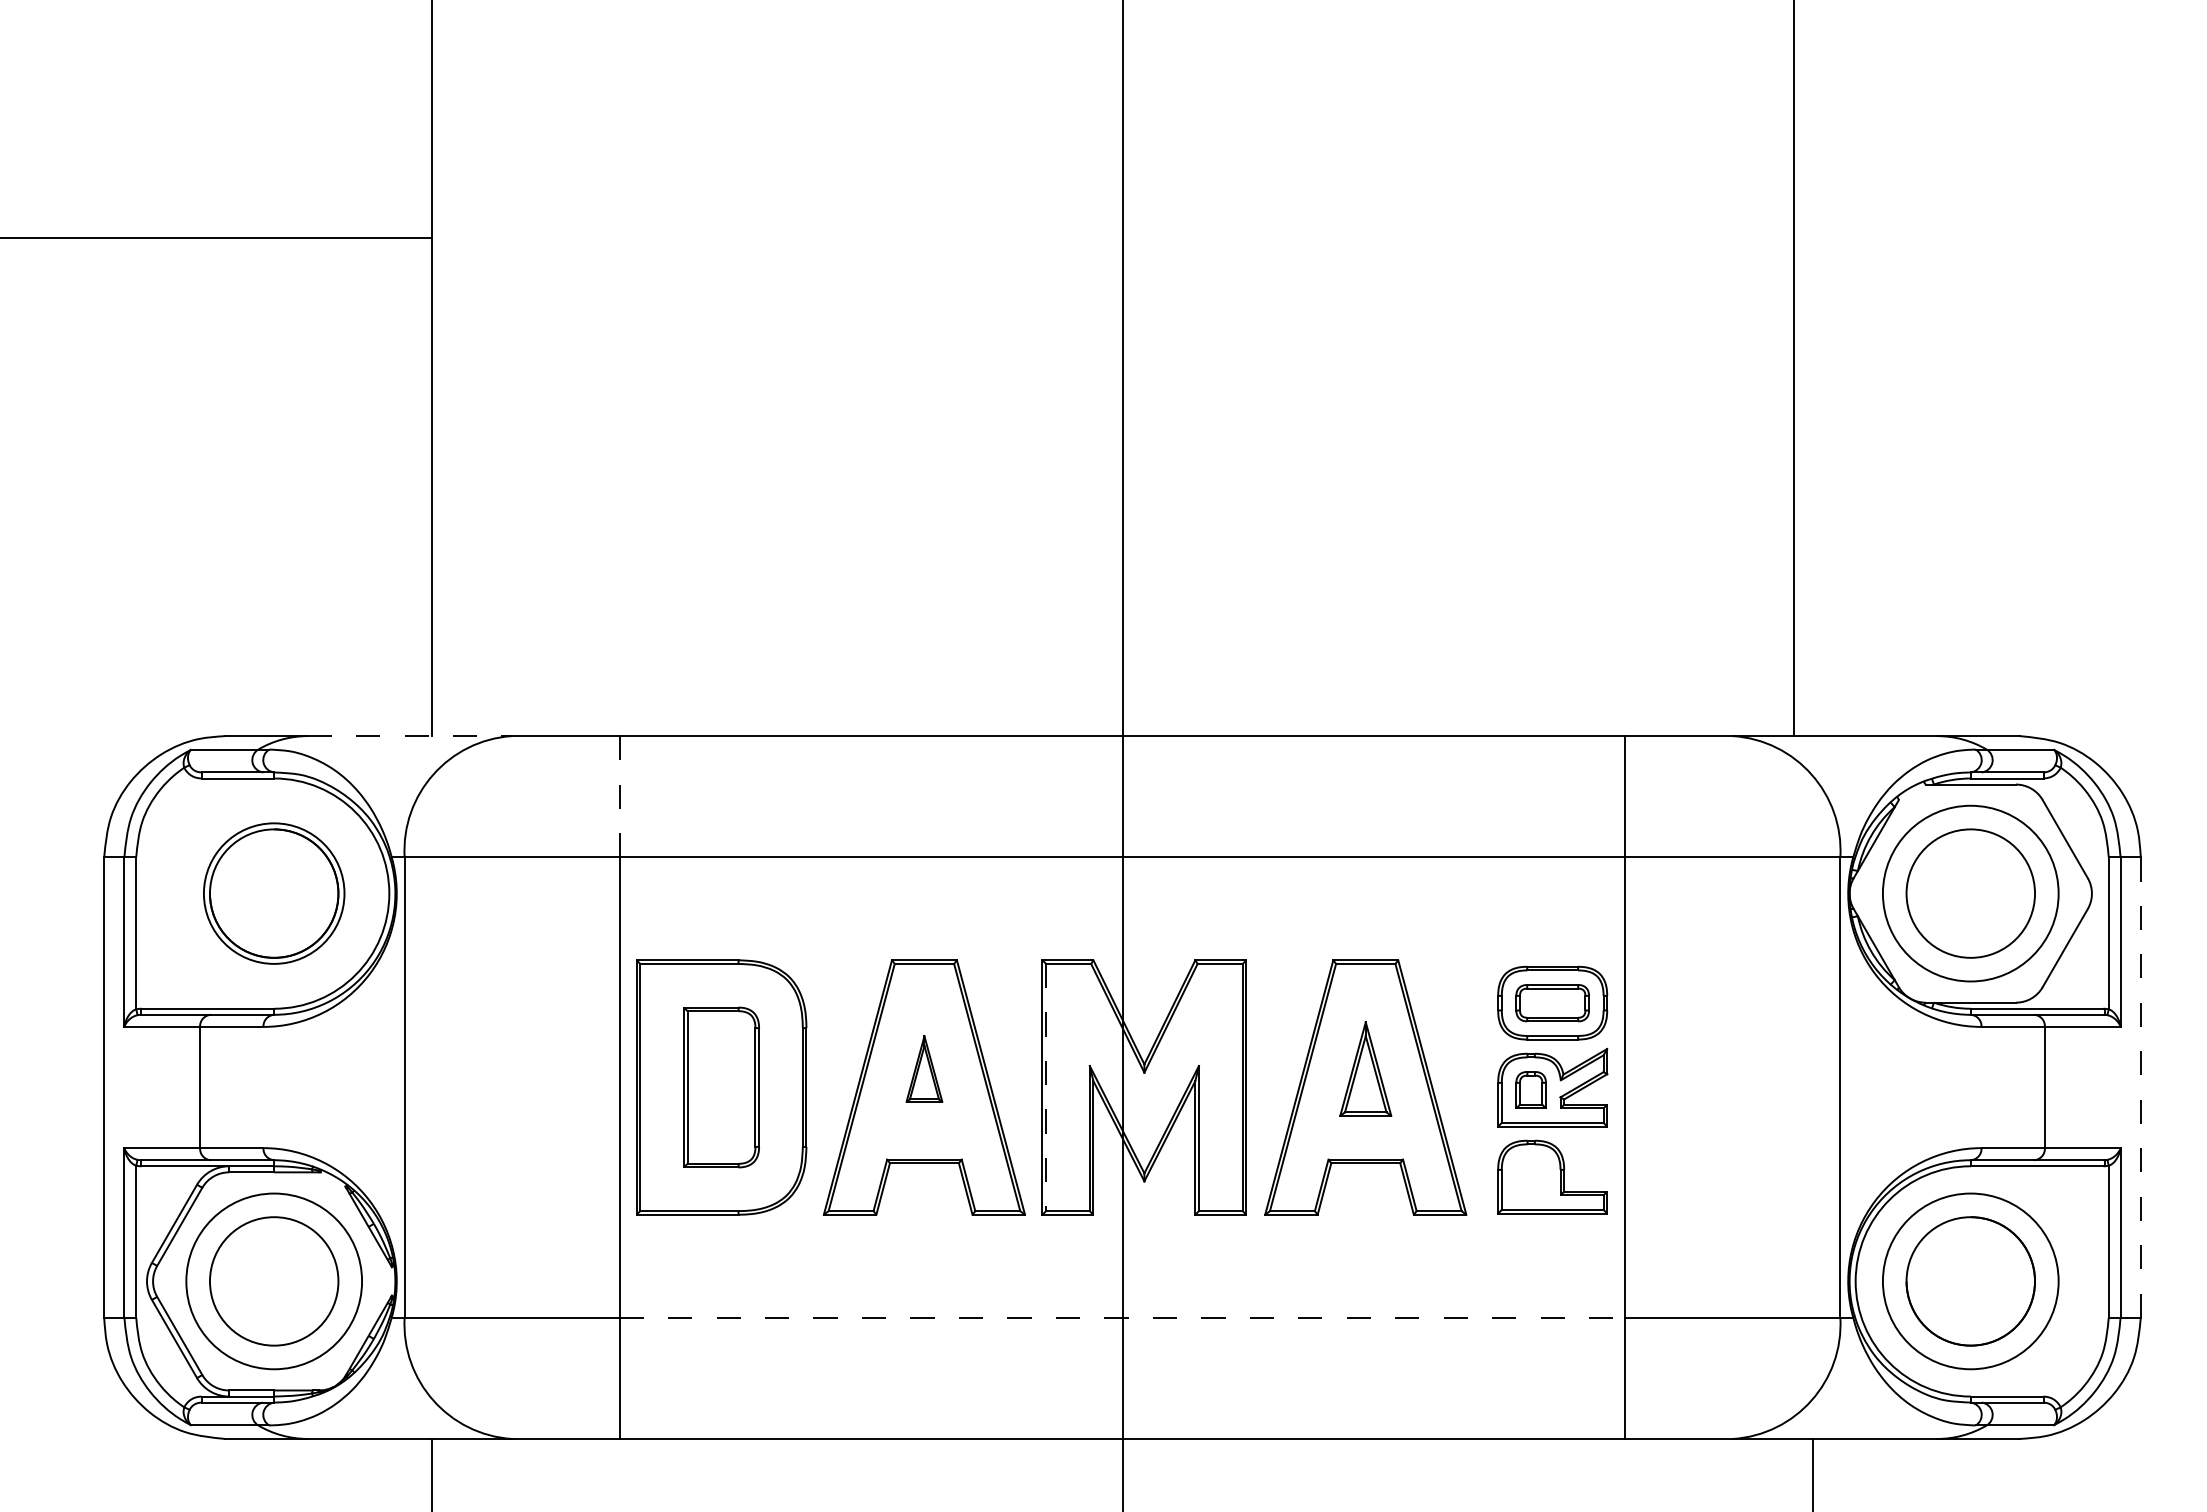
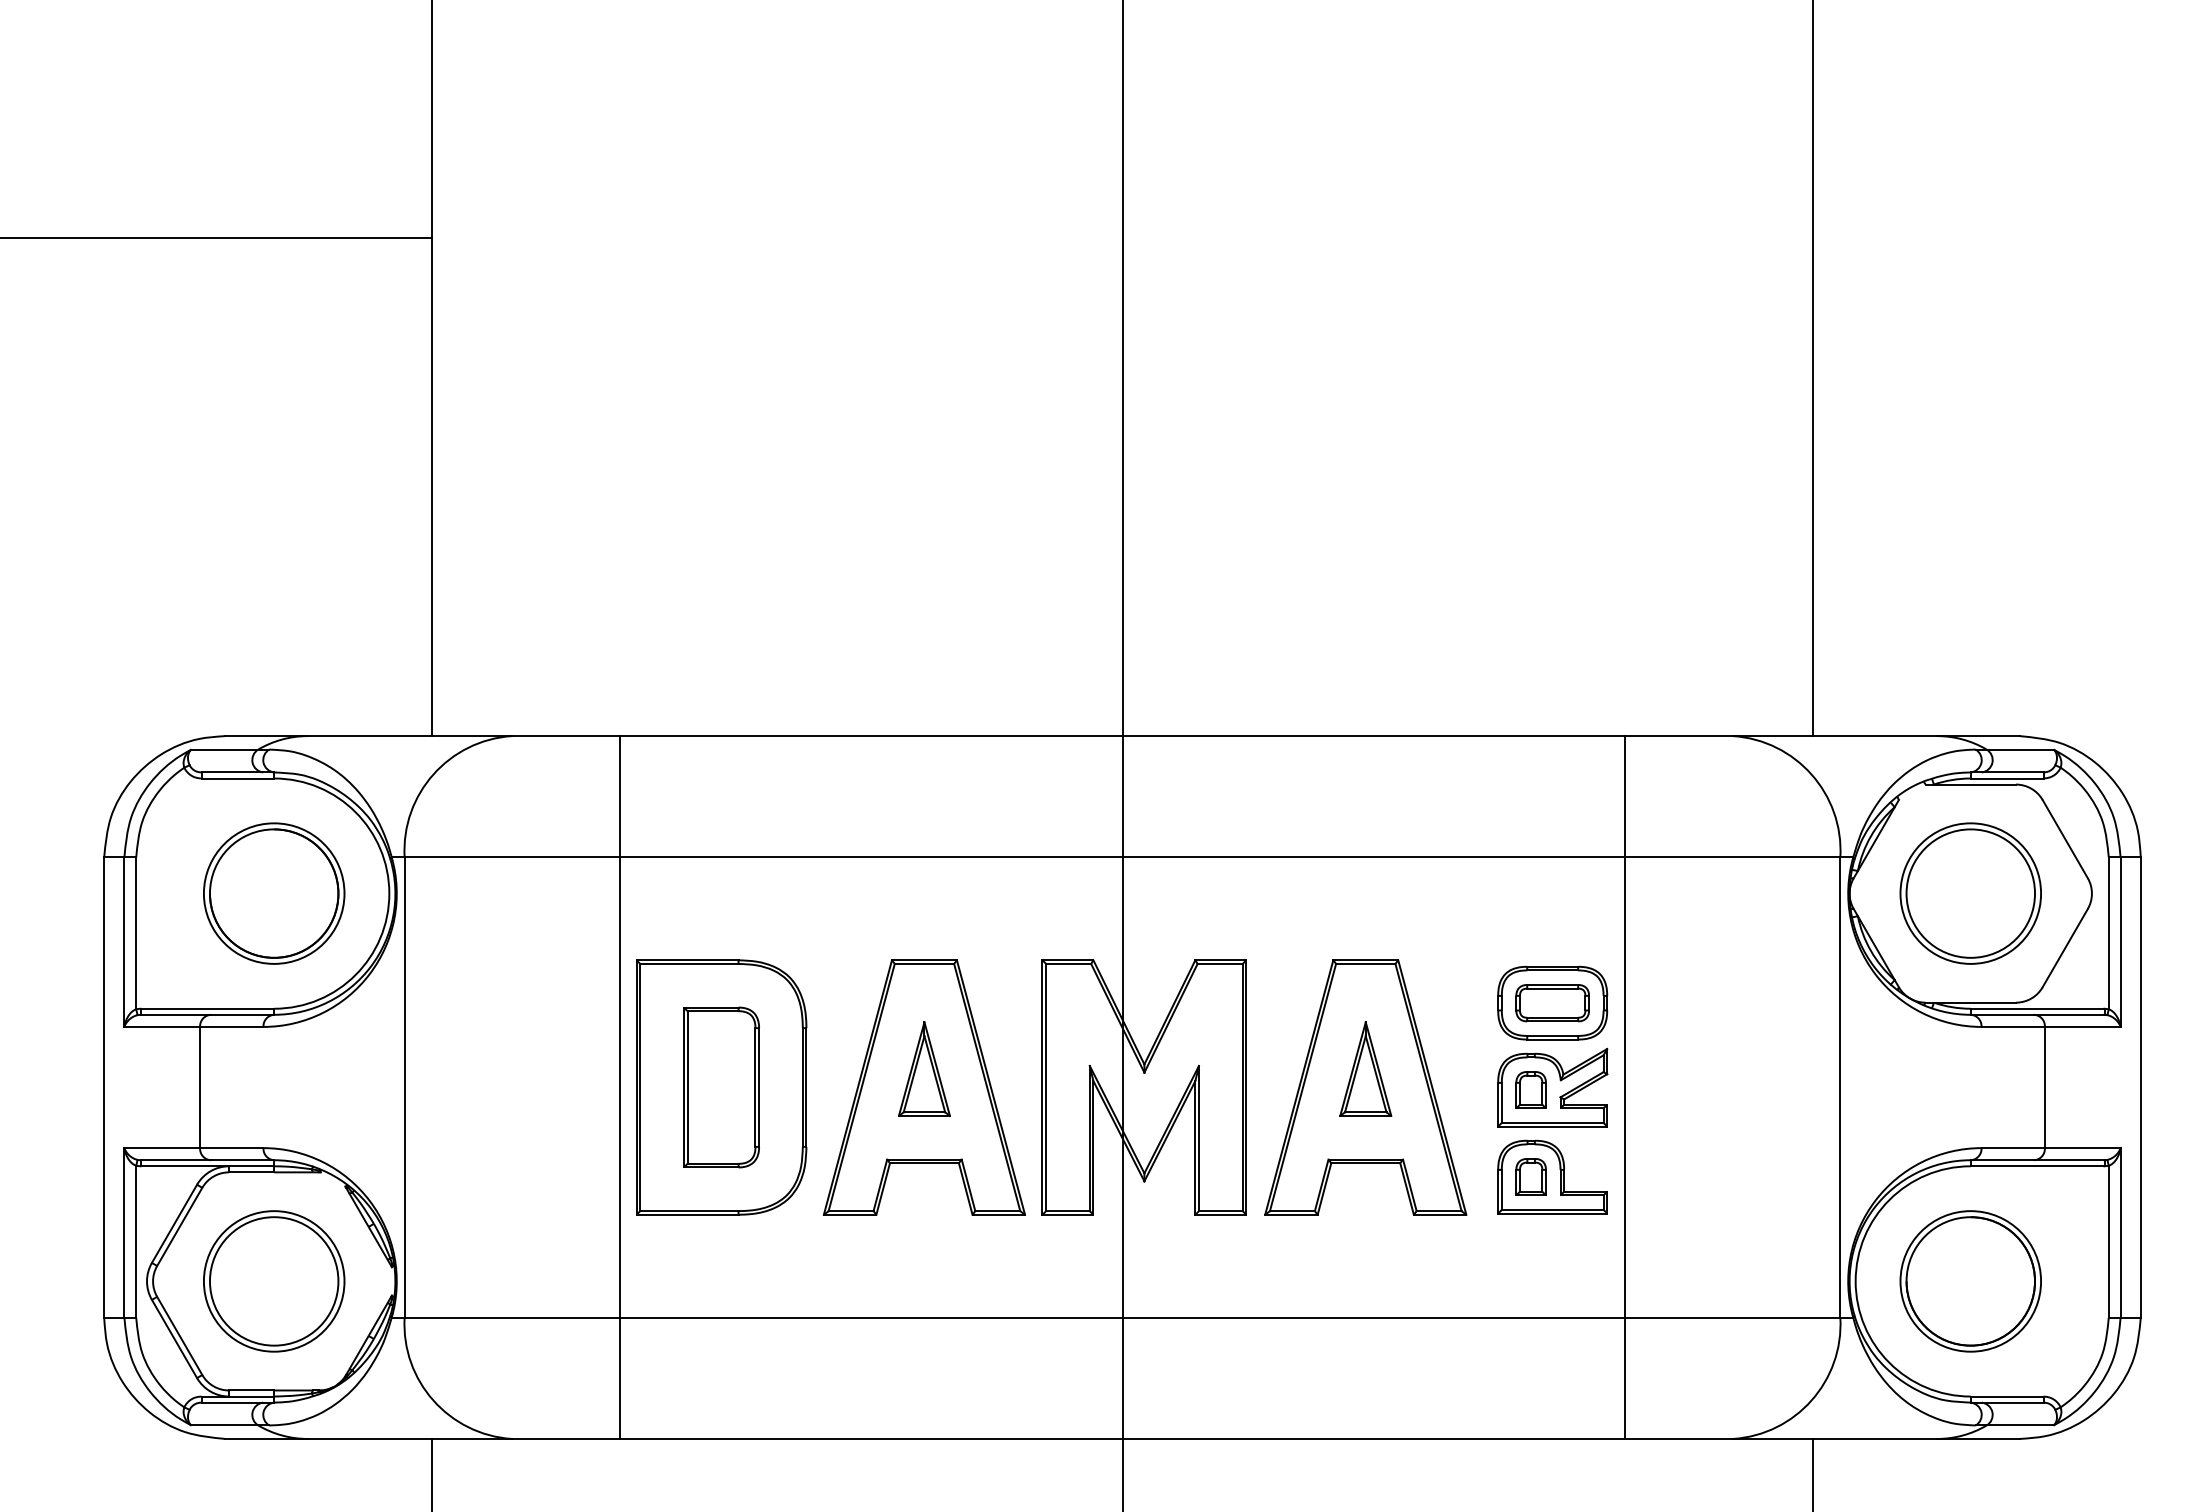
line at (1794, 369) position: (1794, 369) -> (1813, 369)
line at (410, 736): dashed -> solid
line at (619, 796): dashed -> solid
circle at (1970, 893) diameter: 176 px -> 141 px
part at (924, 1068) size: 39x68 px -> 53x96 px
line at (1046, 1087): dashed -> solid
line at (2140, 1088): dashed -> solid
part at (1530, 1176): none -> present
circle at (274, 1281) diameter: 176 px -> 141 px
circle at (1970, 1281) diameter: 176 px -> 141 px
line at (1122, 1317): dashed -> solid
